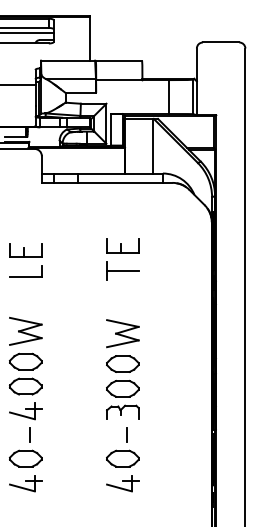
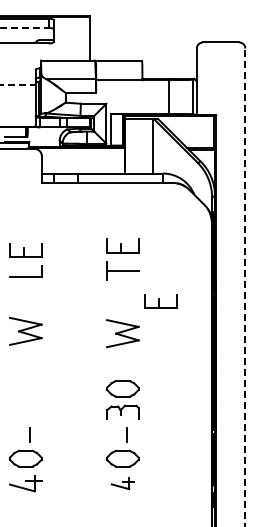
line at (25, 27): solid -> dashed
line at (27, 32): present -> none
line at (18, 84): solid -> dashed
line at (245, 287): solid -> dashed
part at (160, 301): none -> present
part at (122, 363): present -> none
part at (25, 386): present -> none
part at (122, 483) size: 34x18 px -> 25x14 px
